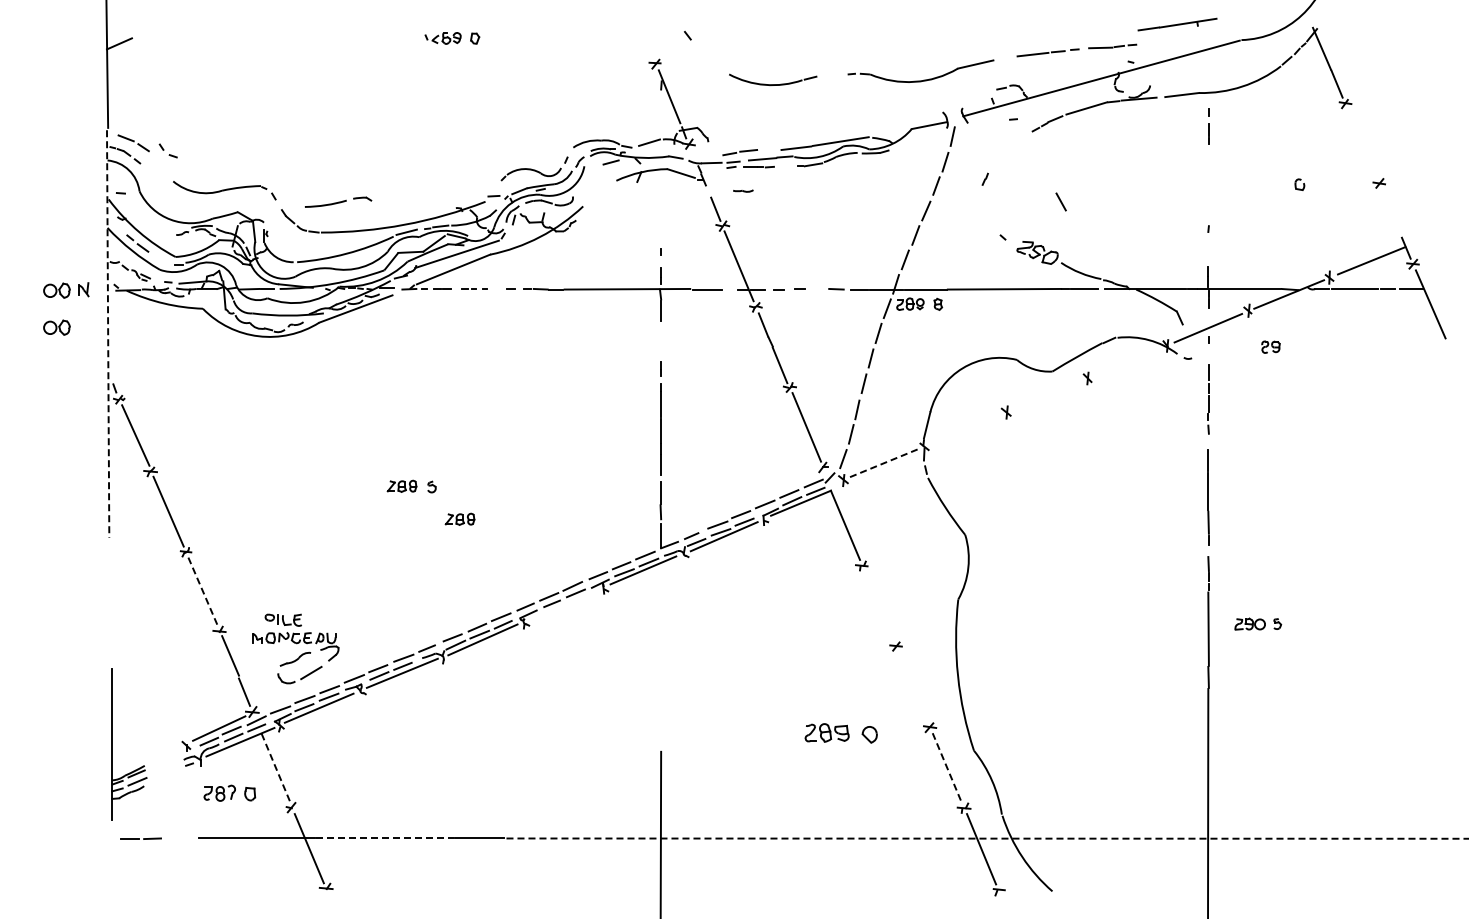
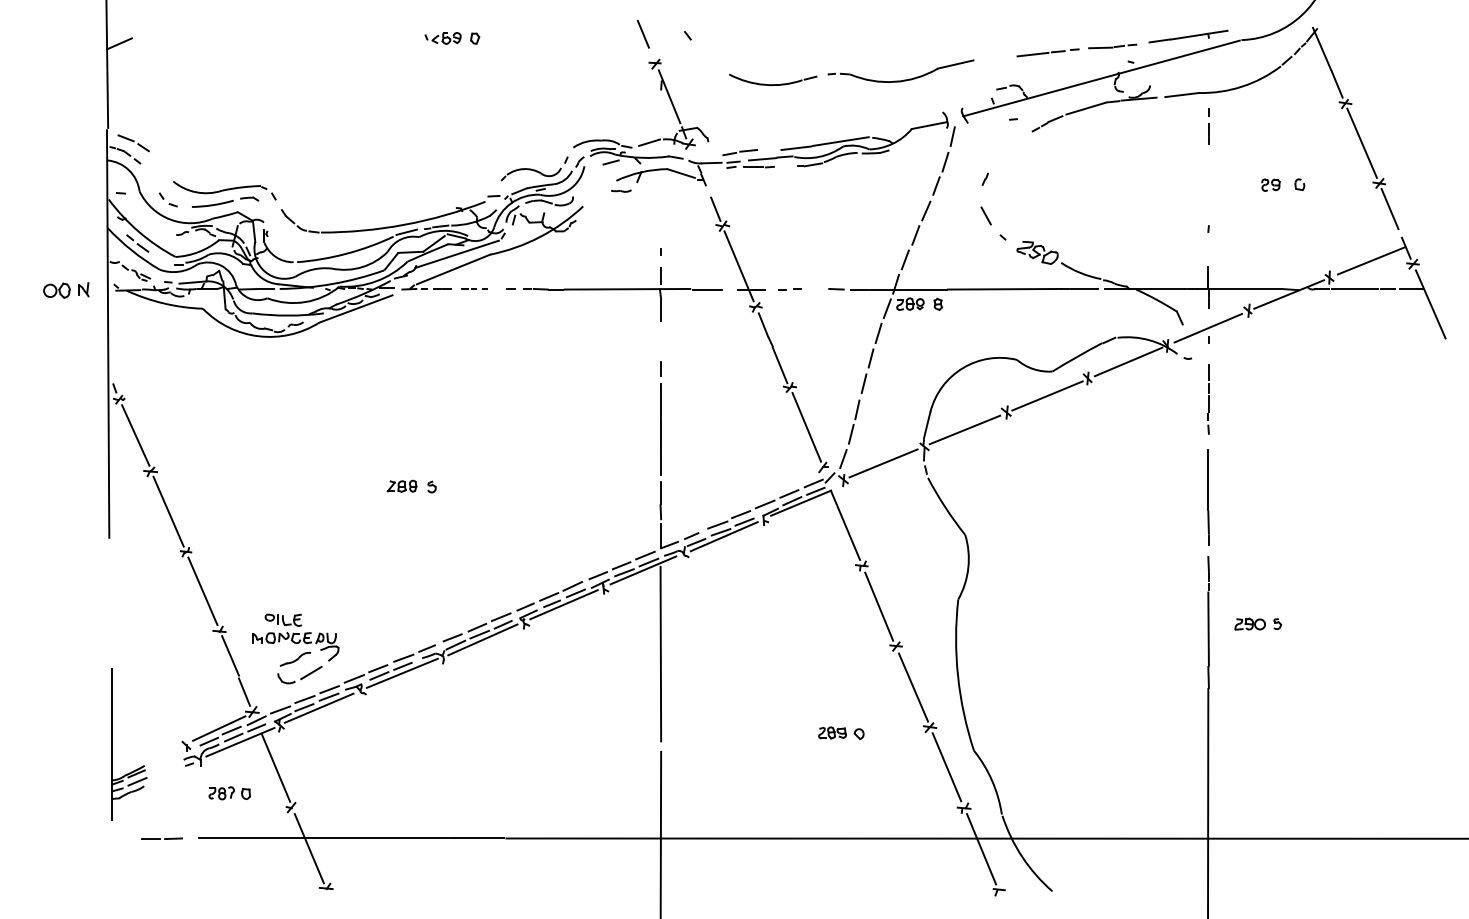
part at (1177, 24) position: (1177, 24) -> (1188, 36)
line at (642, 33): none -> present
part at (923, 79) position: (923, 79) -> (903, 79)
line at (1361, 142): none -> present
part at (167, 150) position: (167, 150) -> (167, 199)
line at (743, 190) position: (743, 190) -> (621, 190)
part at (338, 201) position: (338, 201) -> (225, 201)
line at (1060, 201) position: (1060, 201) -> (985, 215)
line at (1389, 208): none -> present
part at (789, 289) size: 33x3 px -> 24x3 px
part at (56, 327): present -> none
line at (108, 334): dashed -> solid
part at (1270, 346) position: (1270, 346) -> (1270, 184)
line at (1128, 361): none -> present
line at (1047, 395): none -> present
line at (964, 429): none -> present
line at (883, 463): dashed -> solid
part at (459, 518): present -> none
line at (202, 591): dashed -> solid
line at (563, 604): none -> present
line at (879, 606): none -> present
line at (660, 653): none -> present
line at (913, 687): none -> present
part at (840, 733) size: 74x21 px -> 47x14 px
line at (275, 767): dashed -> solid
line at (946, 767): dashed -> solid
part at (229, 792) size: 54x18 px -> 43x15 px
line at (384, 837): dashed -> solid
line at (139, 838) position: (139, 838) -> (160, 838)
line at (987, 838): dashed -> solid
